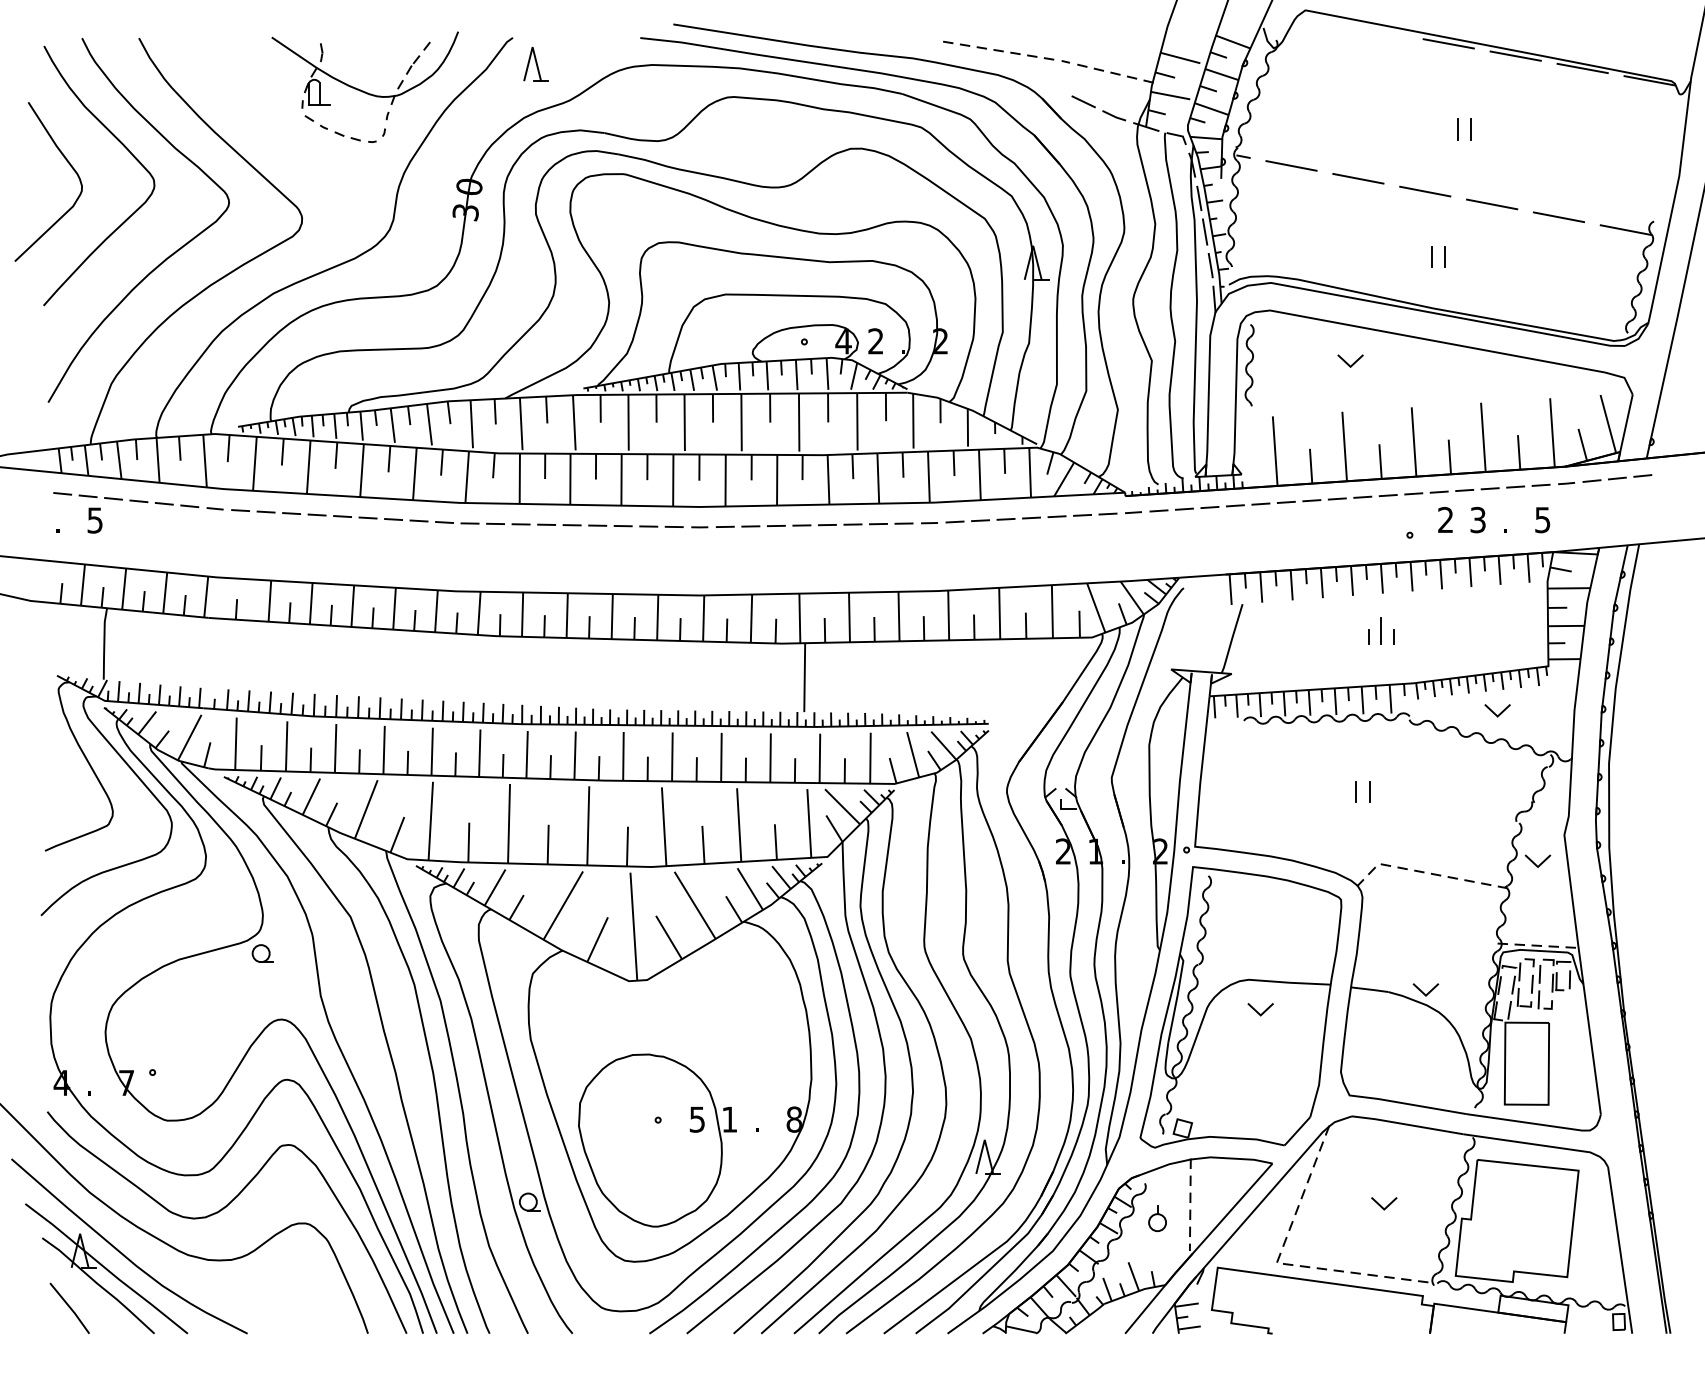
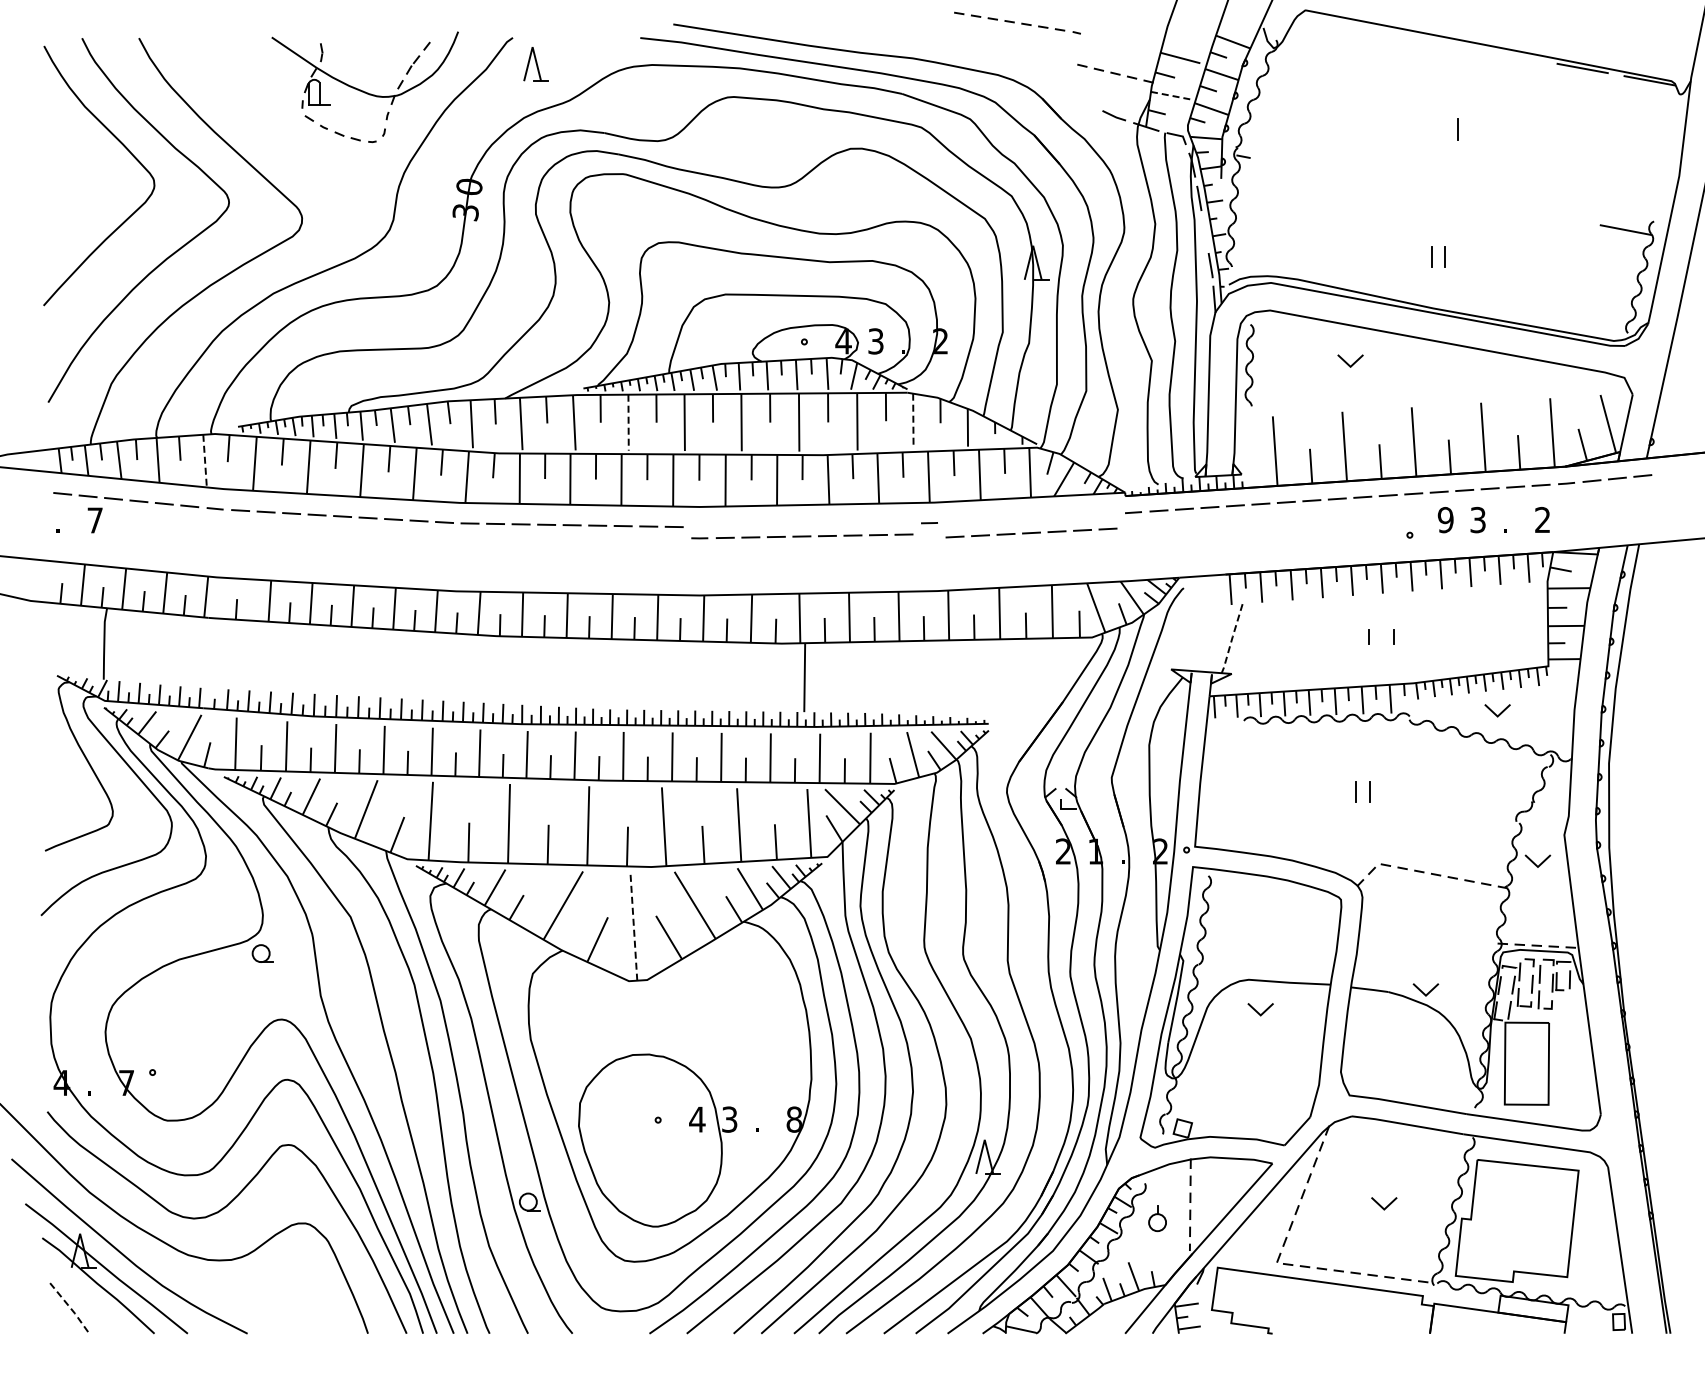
line at (1448, 43): present -> none
part at (1006, 51) position: (1006, 51) -> (1017, 22)
line at (1515, 55): present -> none
line at (1170, 95): solid -> dashed
line at (1083, 101): present -> none
line at (1470, 129): present -> none
curve at (69, 165): present -> none
line at (1291, 165): present -> none
line at (1358, 178): present -> none
line at (1425, 191): present -> none
line at (1492, 204): present -> none
line at (1558, 217): present -> none
line at (1204, 231): present -> none
text at (875, 341): 2 -> 3
line at (913, 421): solid -> dashed
line at (628, 422): solid -> dashed
line at (205, 461): solid -> dashed
part at (1031, 517) position: (1031, 517) -> (1031, 532)
text at (1542, 519): 5 -> 2
text at (94, 520): 5 -> 7
text at (1445, 520): 2 -> 9
part at (802, 525) position: (802, 525) -> (802, 536)
line at (1381, 630): present -> none
line at (1231, 639): solid -> dashed
line at (633, 926): solid -> dashed
text at (697, 1119): 5 -> 4
text at (729, 1119): 1 -> 3
line at (70, 1308): solid -> dashed
